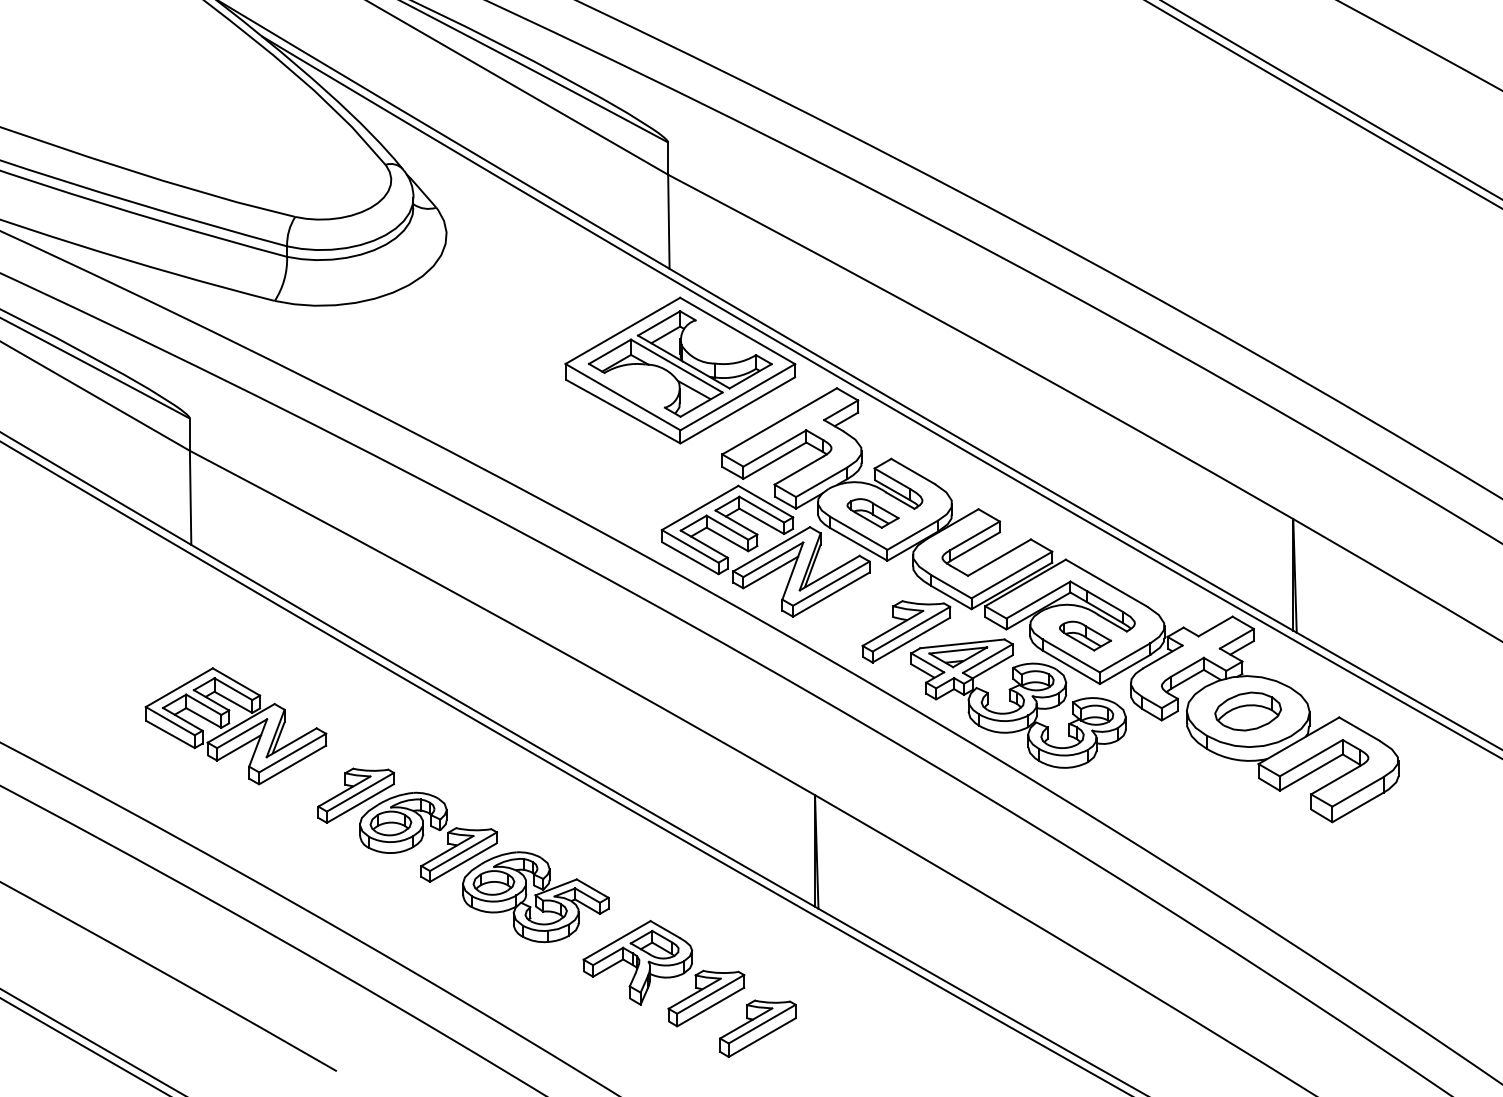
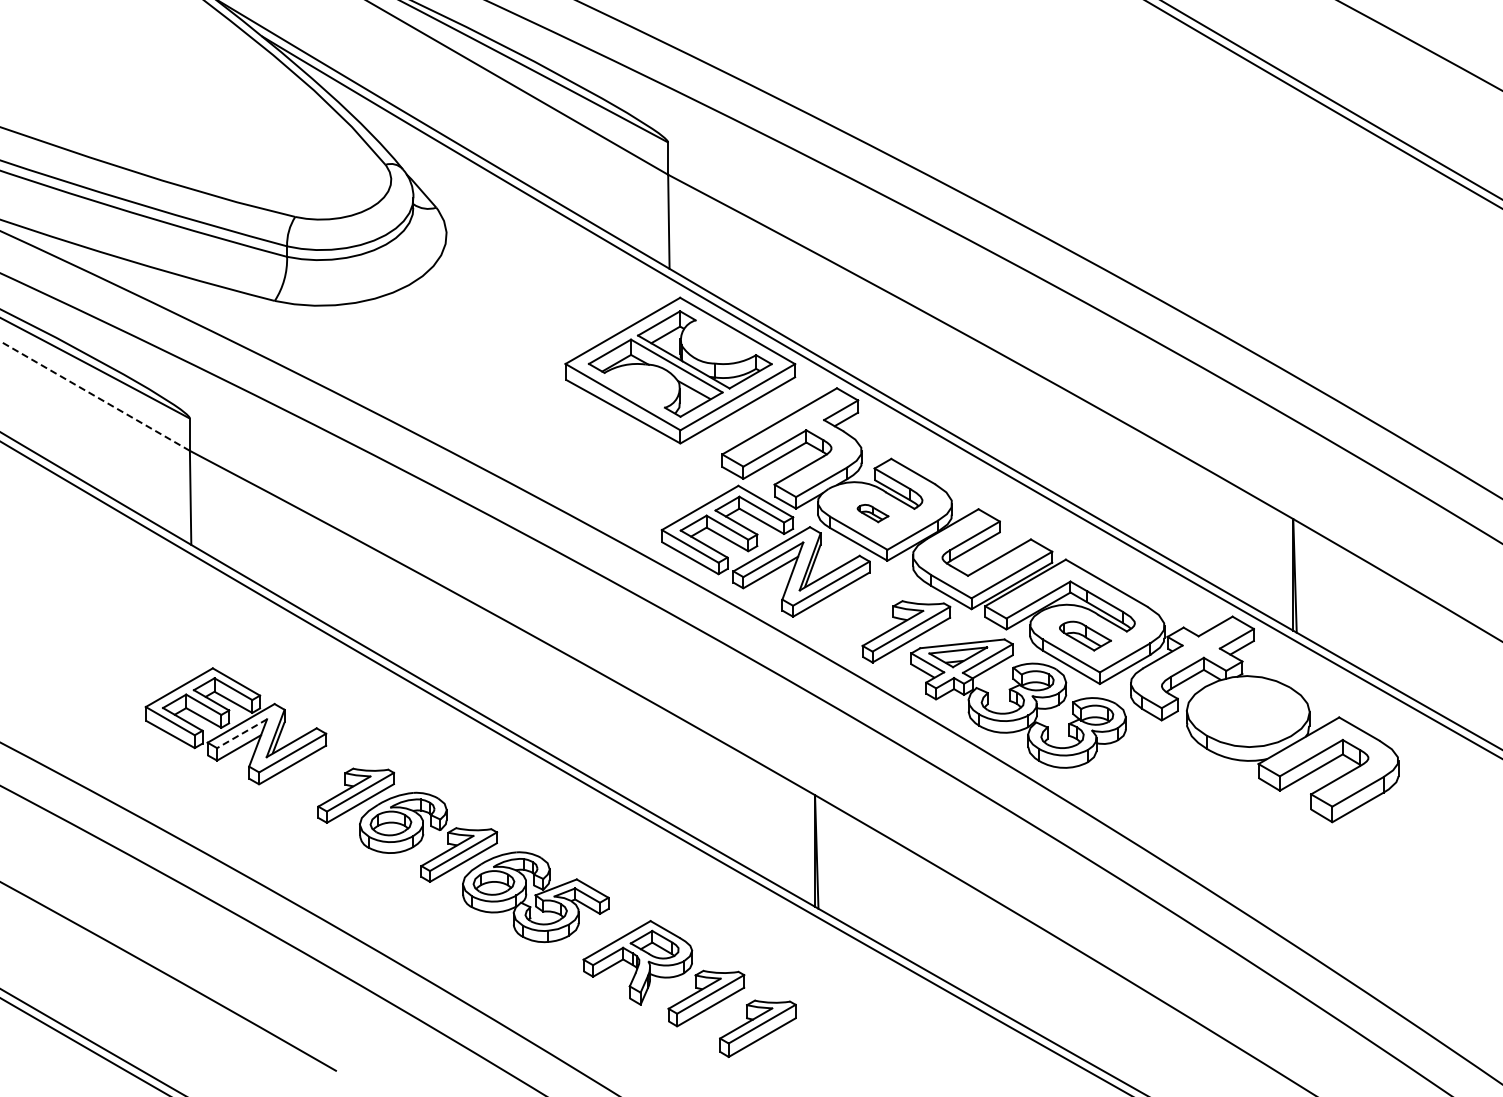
line at (94, 395): solid -> dashed
part at (872, 513) size: 54x31 px -> 34x20 px
part at (1247, 711): present -> none
line at (242, 733): solid -> dashed
